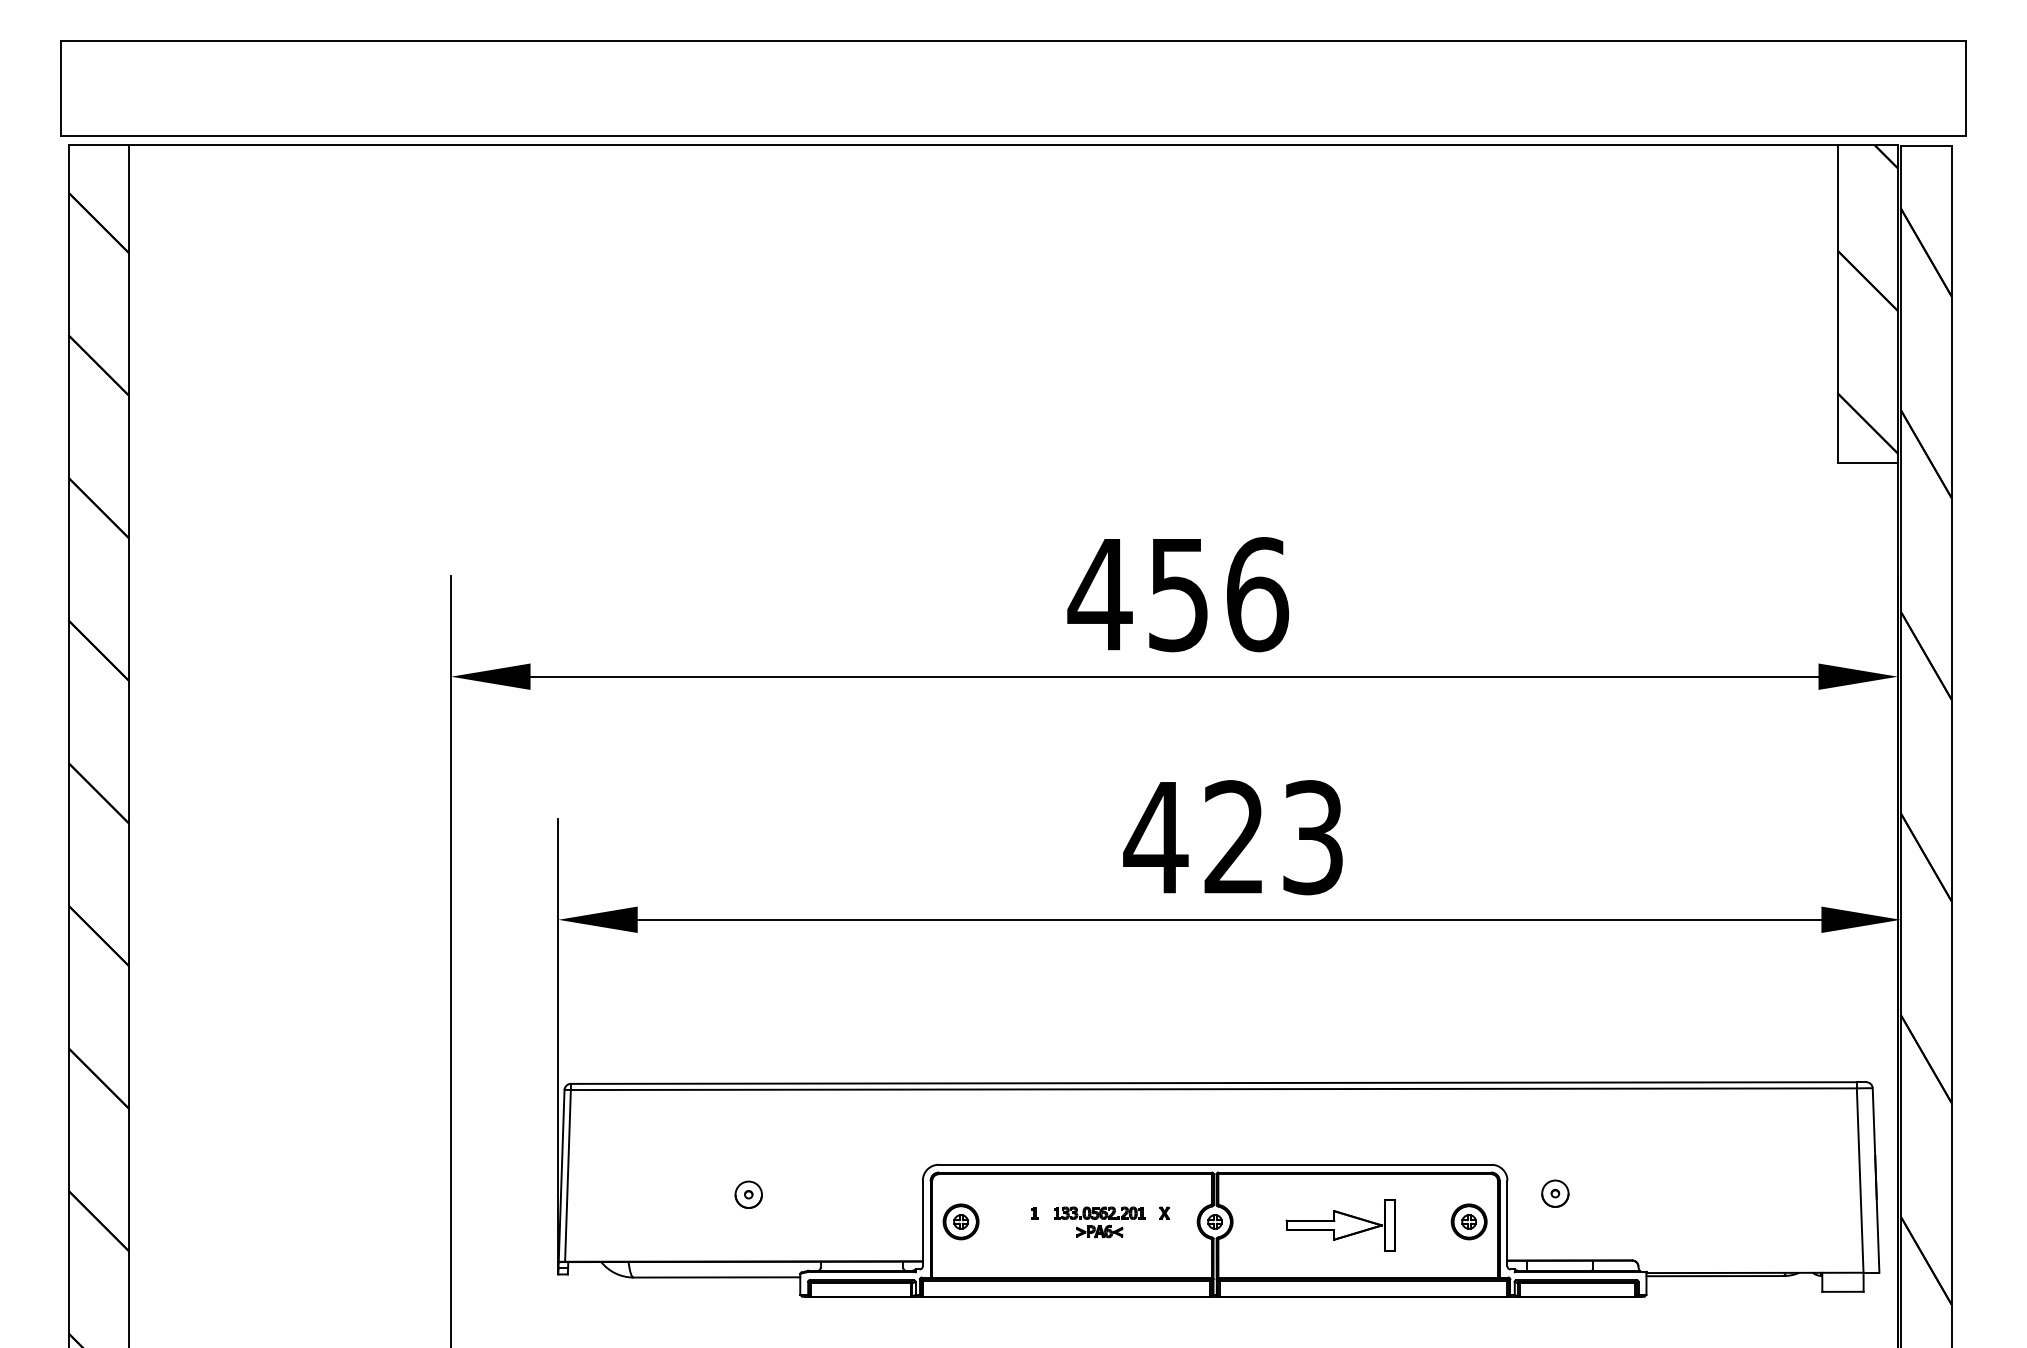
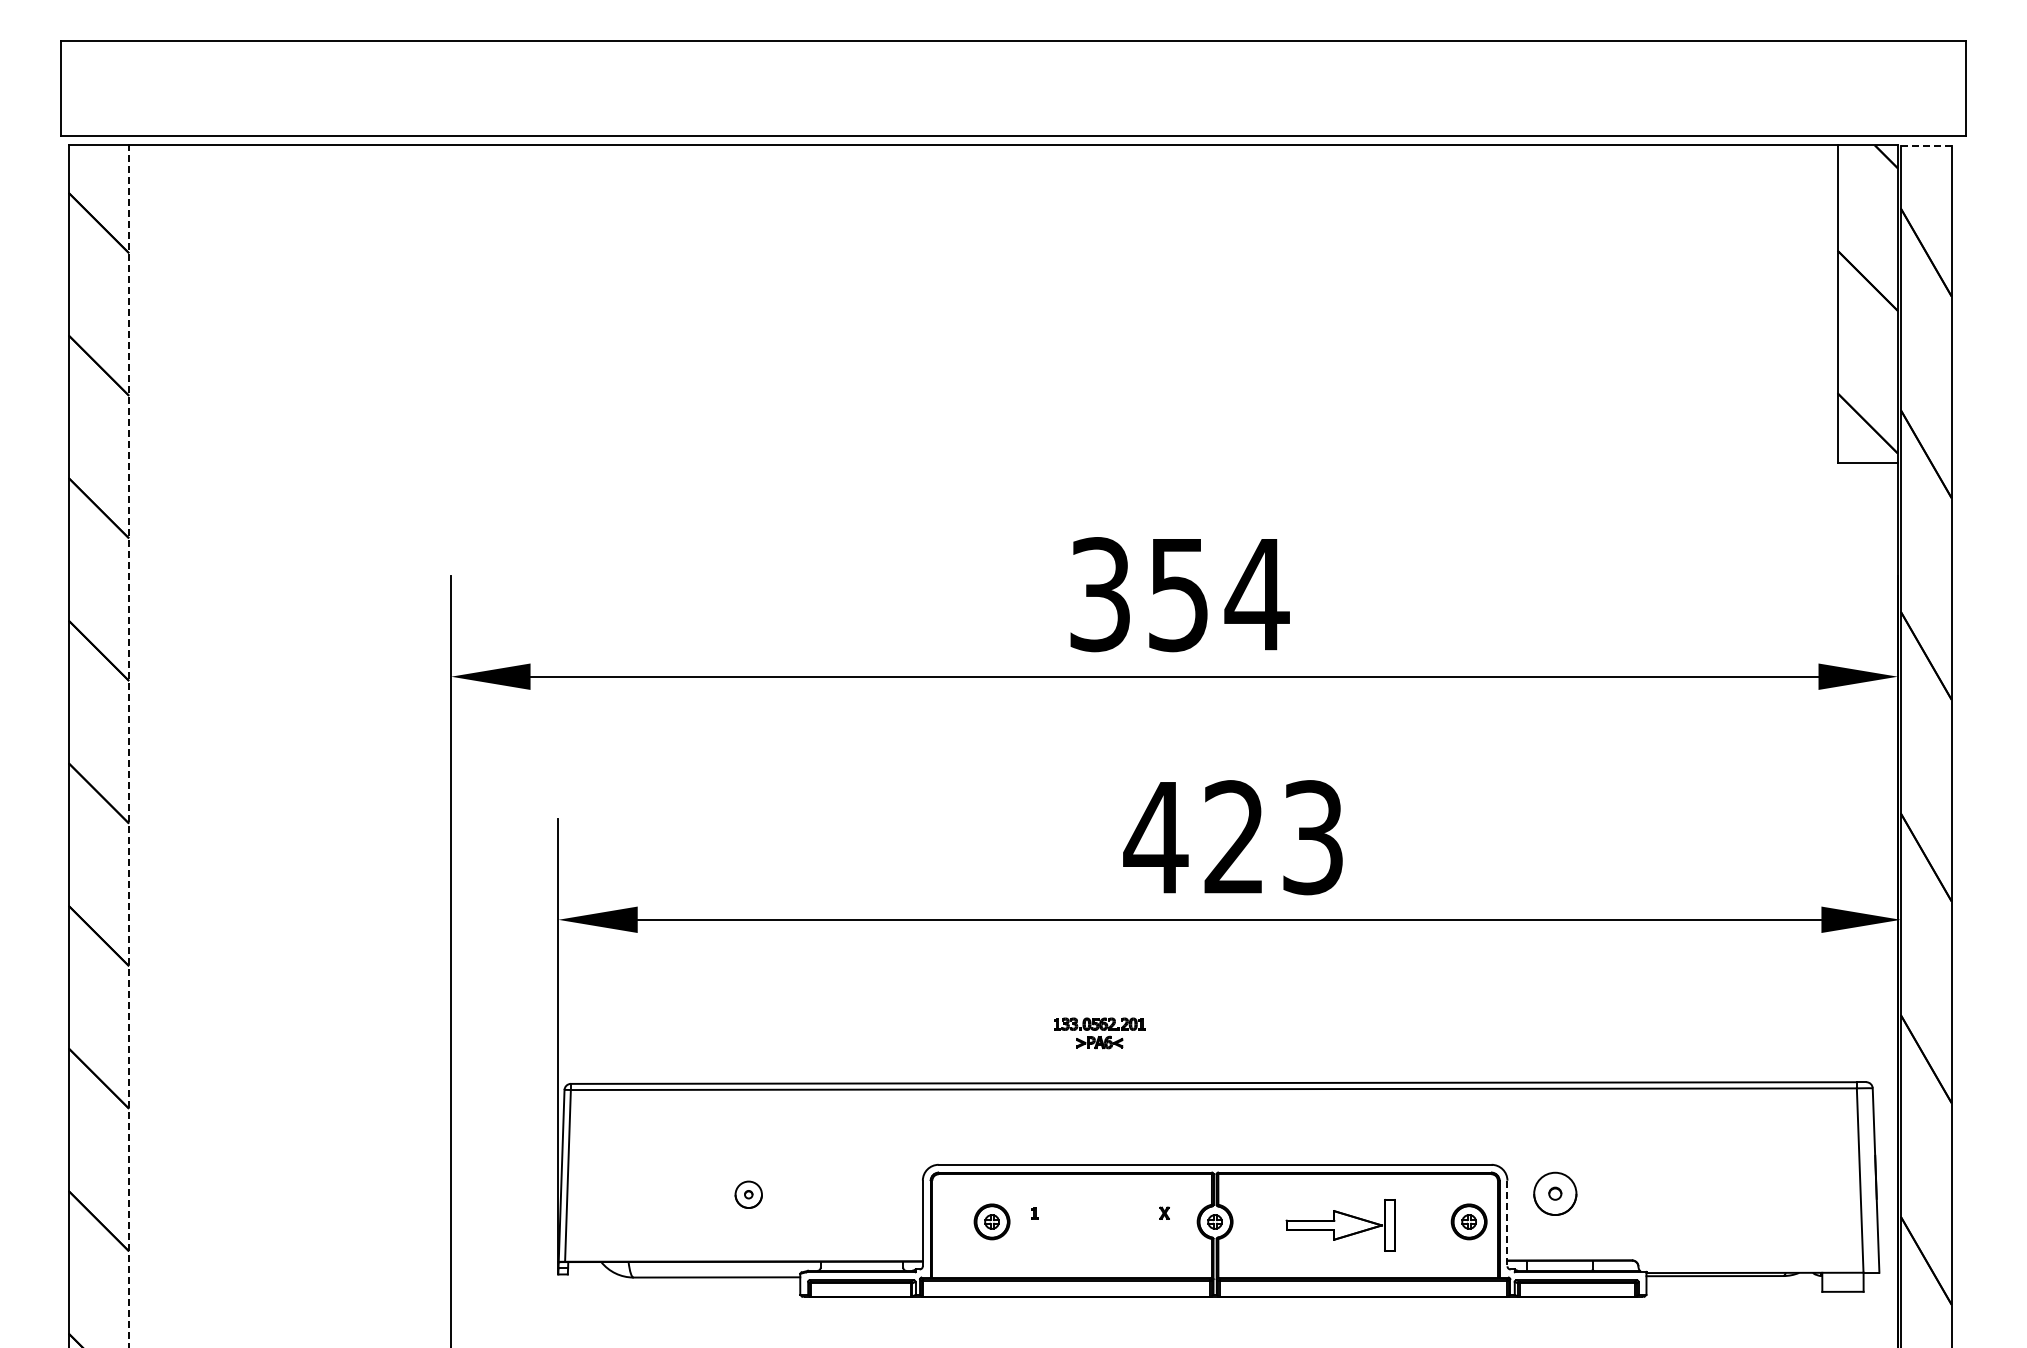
line at (1925, 145): solid -> dashed
text at (1178, 594): 456 -> 354
line at (129, 746): solid -> dashed
part at (1555, 1193) size: 29x29 px -> 45x45 px
part at (960, 1221) position: (960, 1221) -> (991, 1221)
part at (1099, 1222) position: (1099, 1222) -> (1099, 1033)
line at (1507, 1223): solid -> dashed
